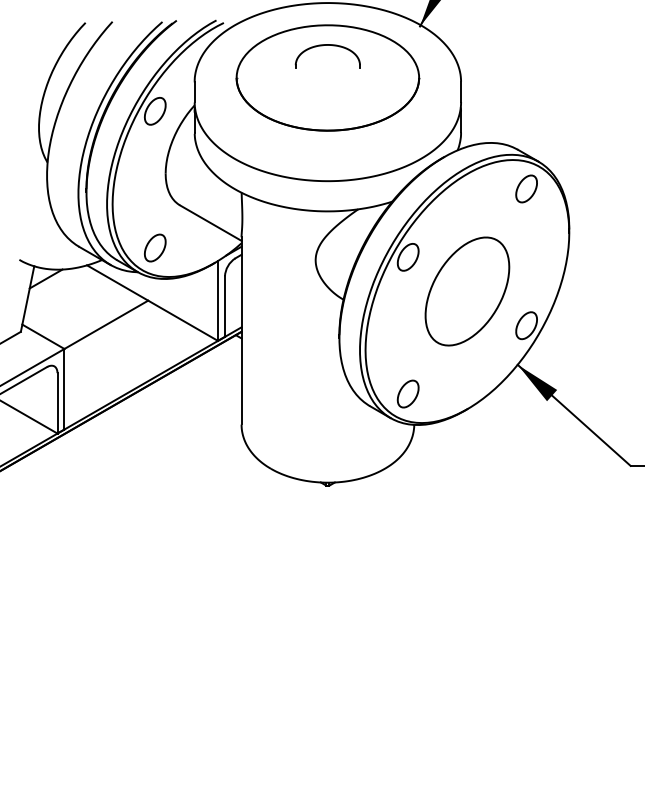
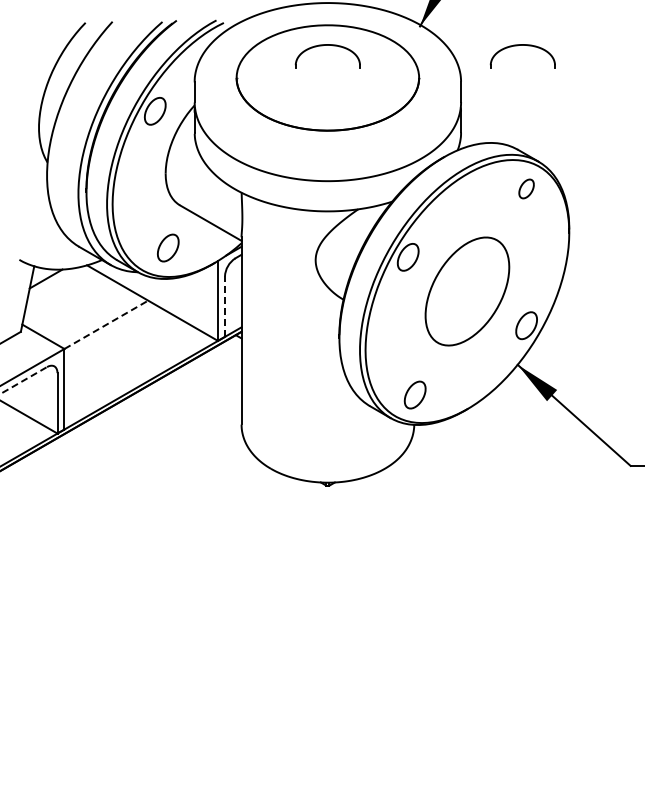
part at (522, 45): none -> present
part at (526, 188) size: 23x30 px -> 17x22 px
part at (155, 247) position: (155, 247) -> (168, 247)
line at (224, 306): solid -> dashed
line at (106, 324): solid -> dashed
line at (23, 380): solid -> dashed
part at (407, 393) position: (407, 393) -> (414, 394)
